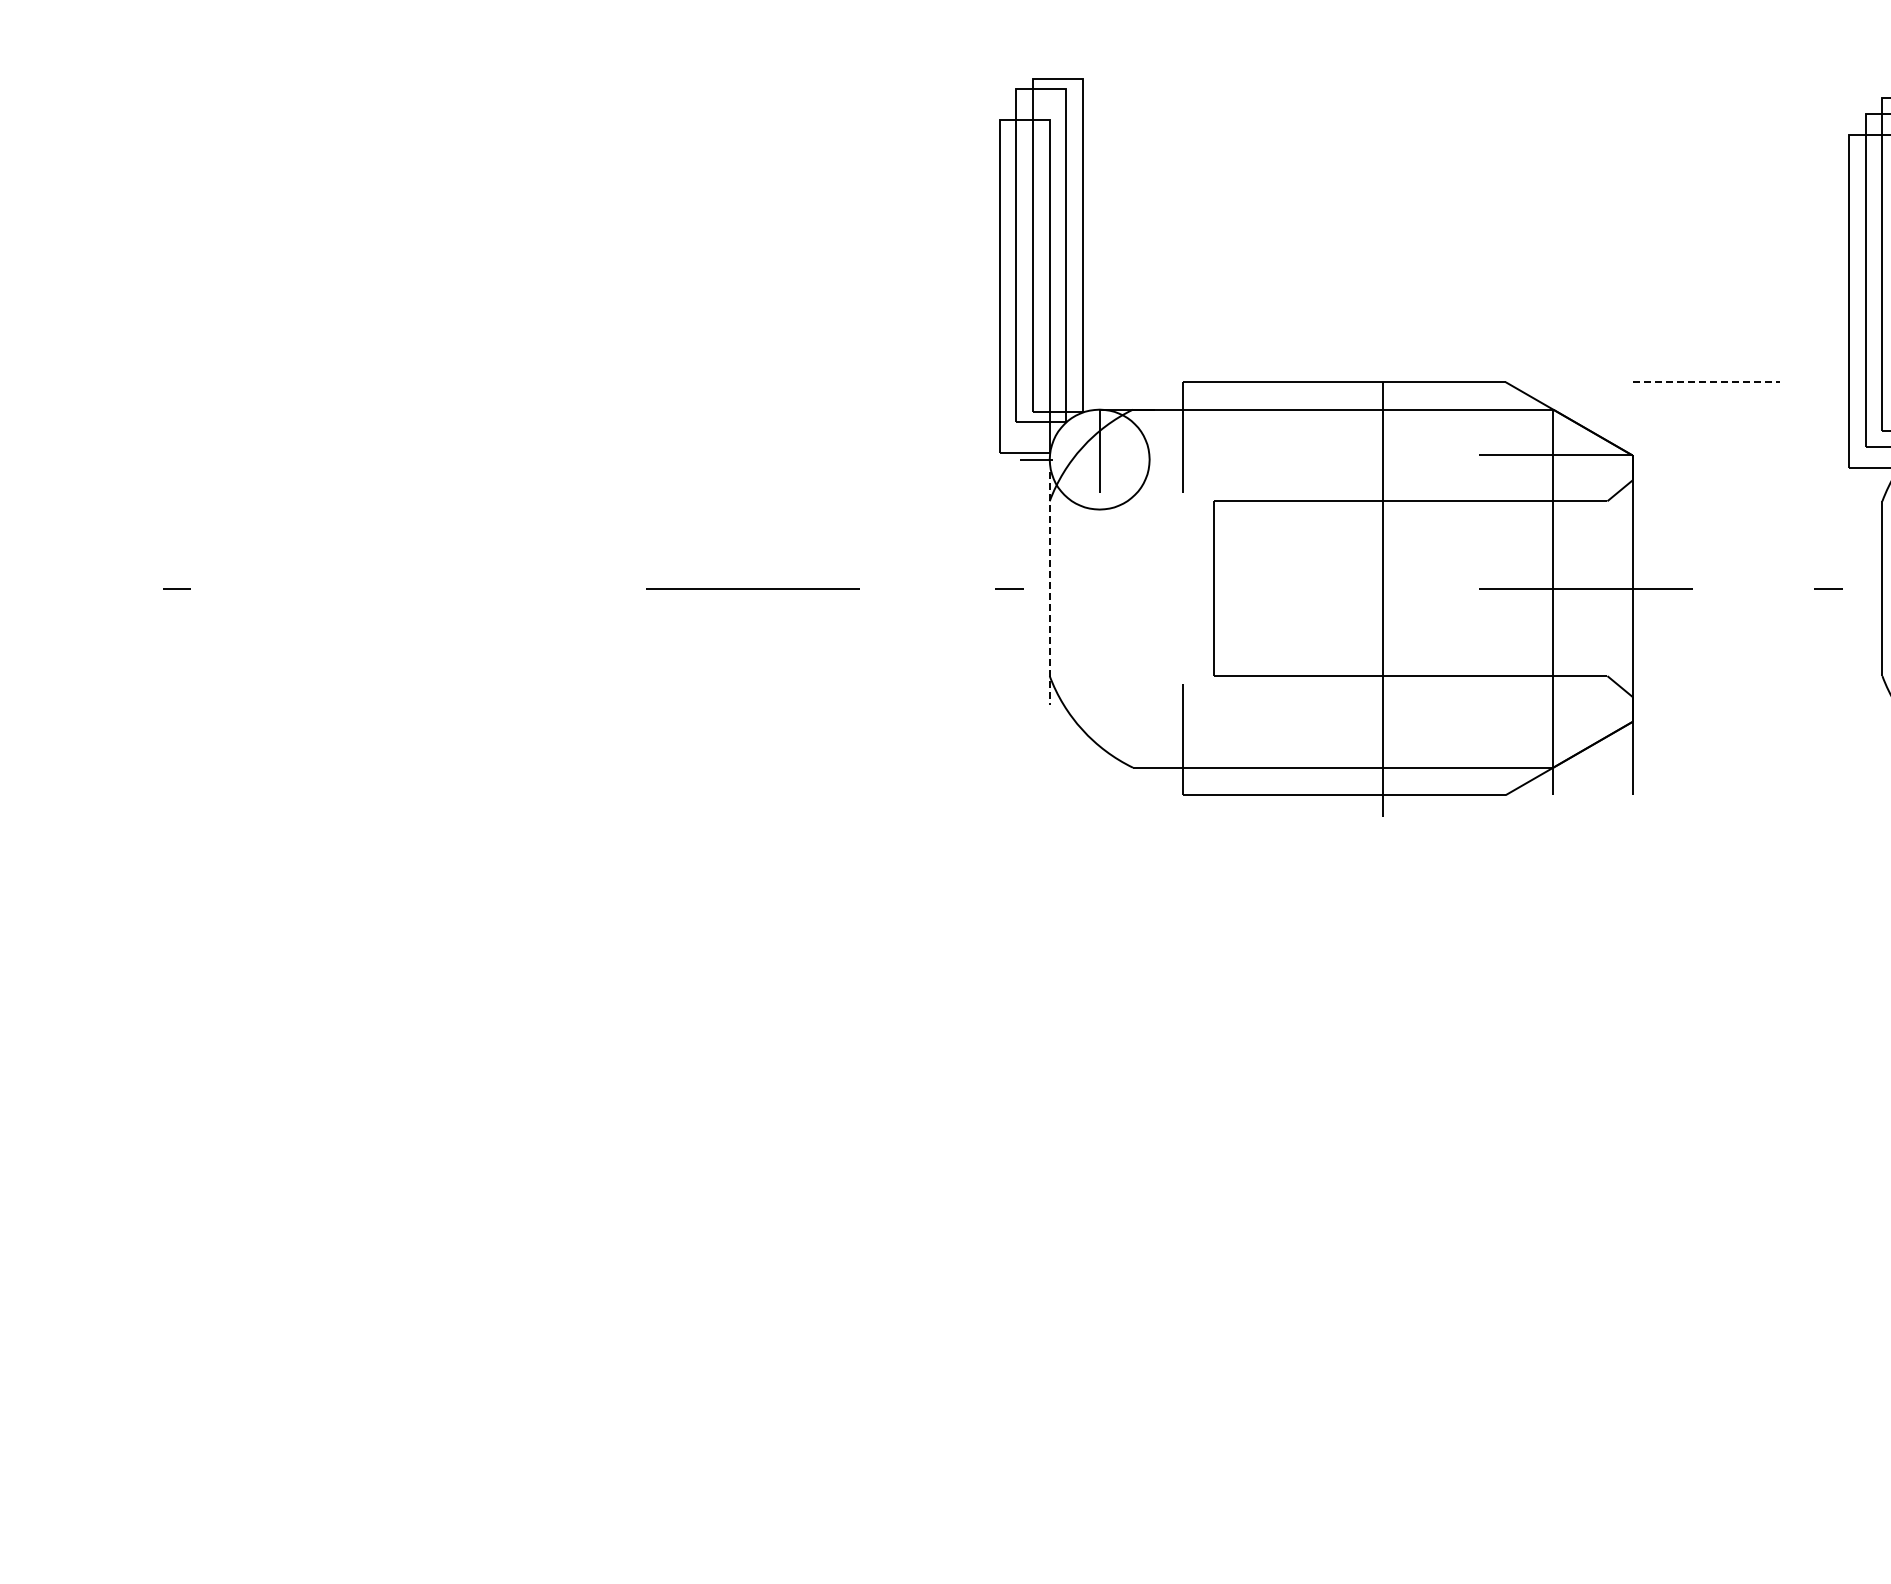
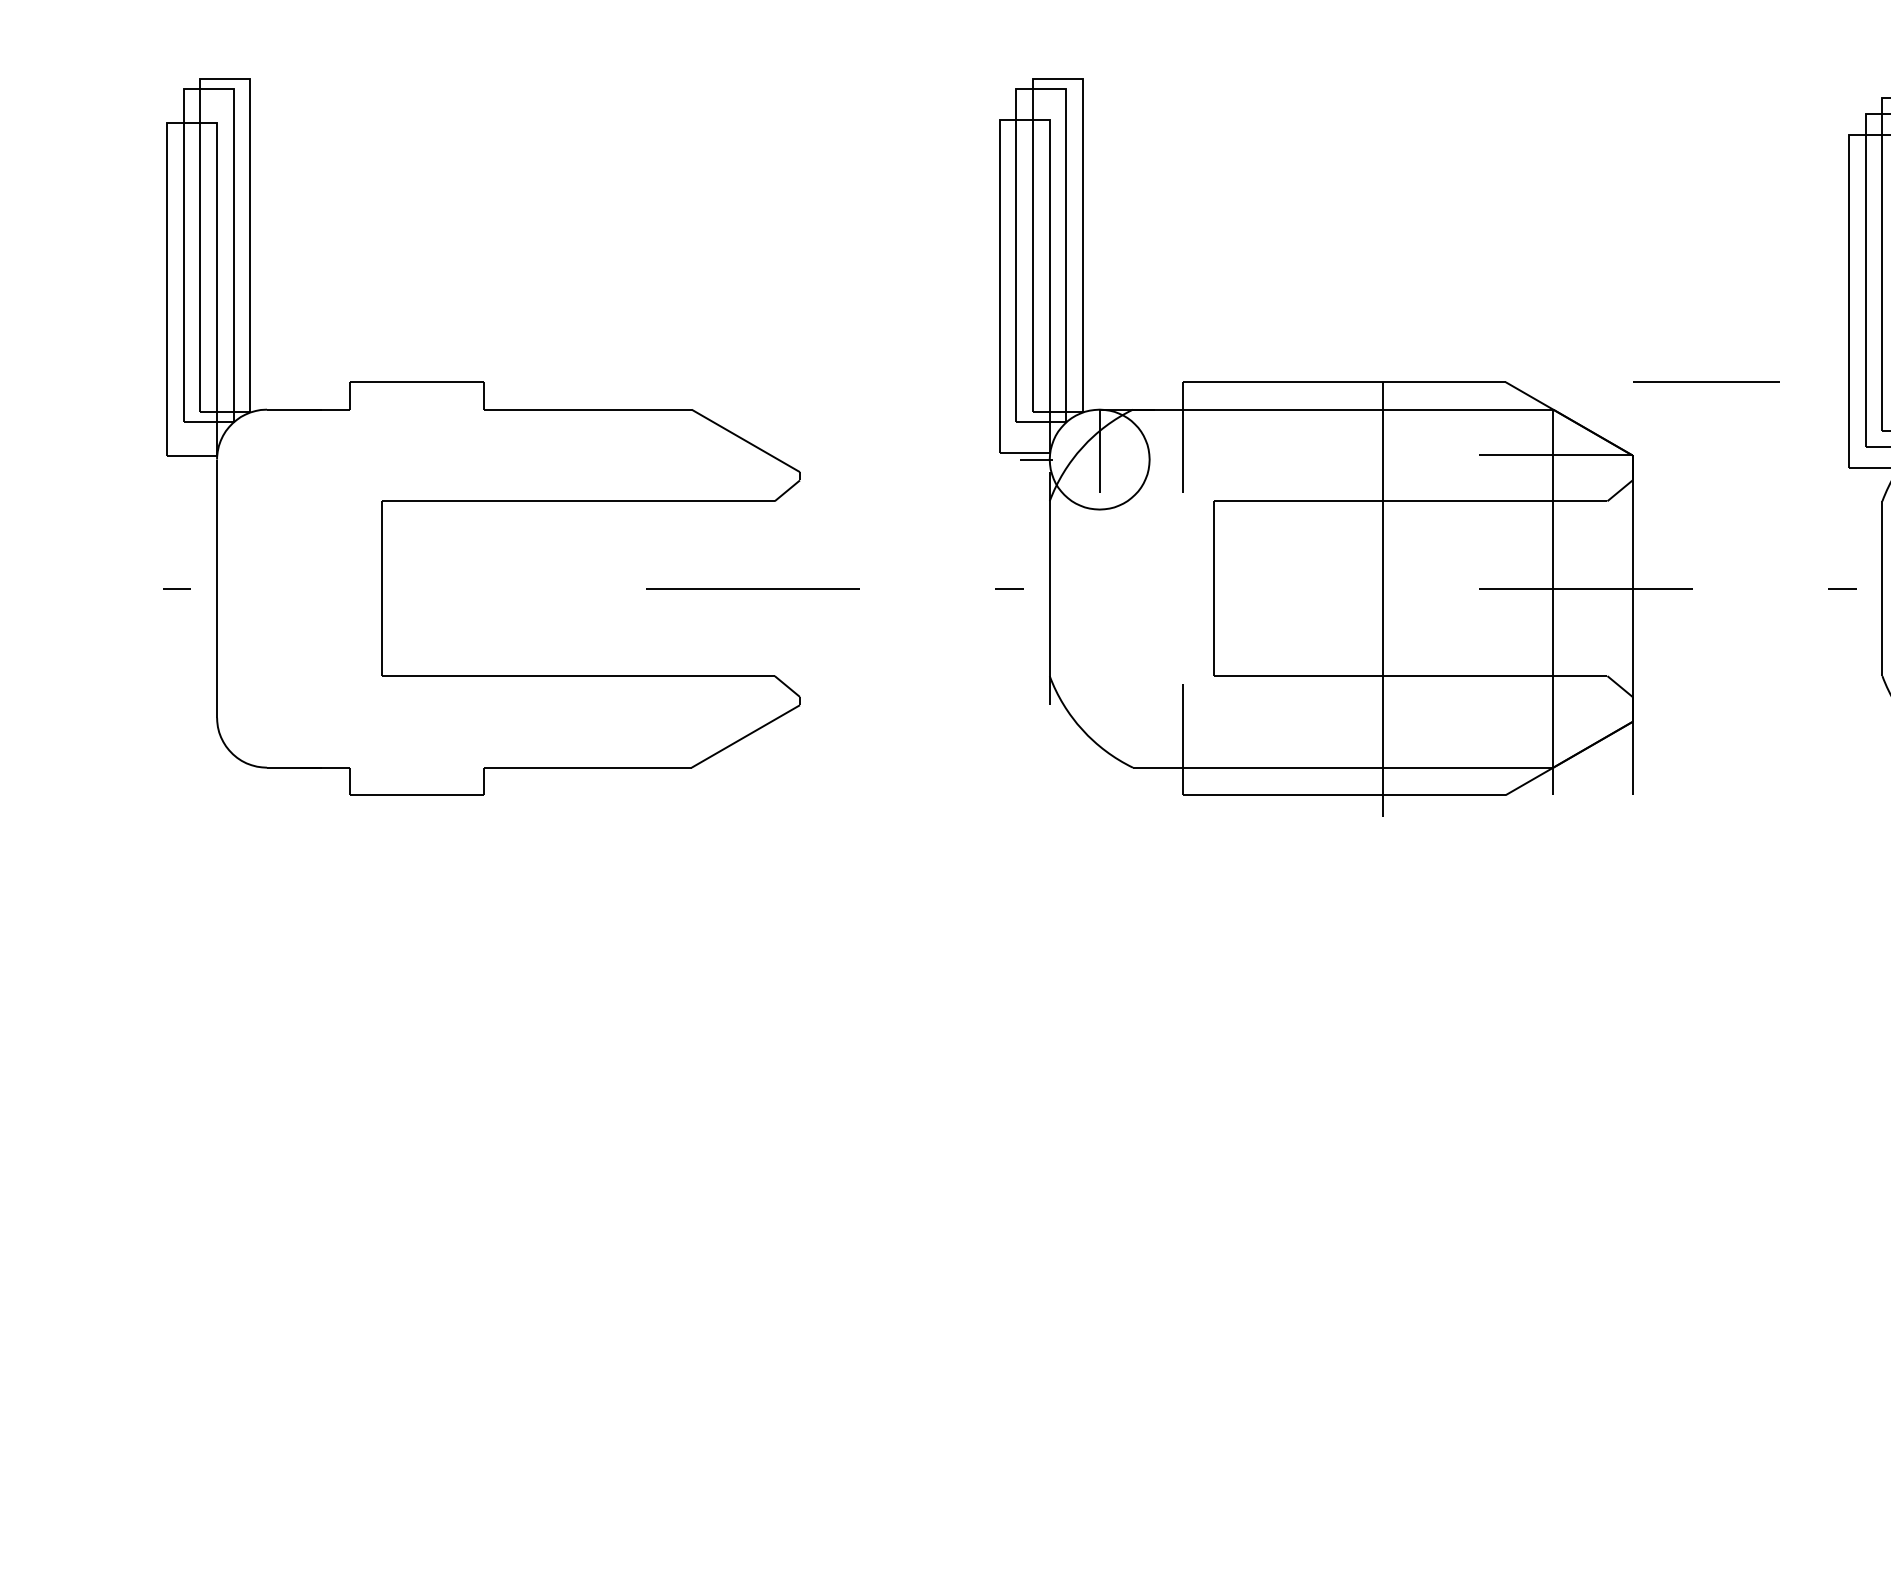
line at (1706, 382): dashed -> solid
part at (483, 436): none -> present
line at (1049, 588): dashed -> solid
line at (1828, 588) position: (1828, 588) -> (1842, 588)
